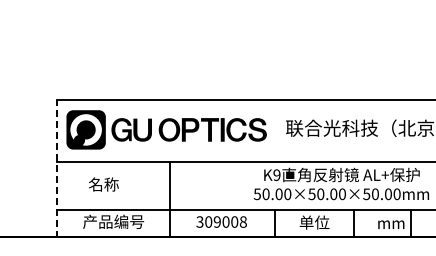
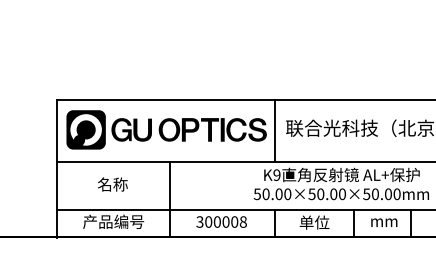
line at (275, 130): none -> present
line at (57, 168): dashed -> solid
text at (103, 184) position: (103, 184) -> (112, 184)
text at (216, 221): 309008 -> 300008
text at (391, 224) position: (391, 224) -> (384, 222)
